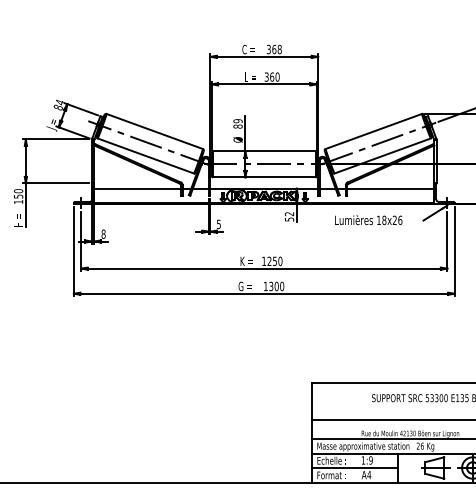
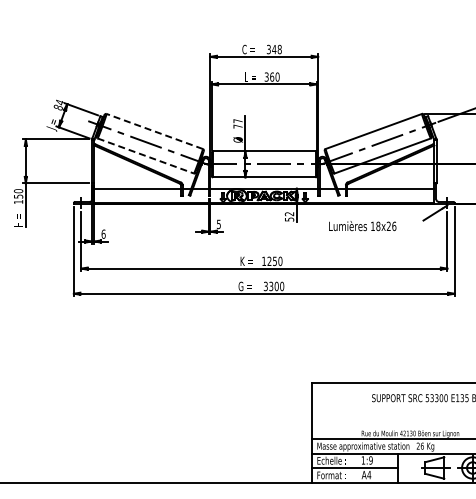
text at (274, 49): 368 -> 348
text at (237, 123): 89 -> 77
line at (154, 131): solid -> dashed
line at (146, 156): solid -> dashed
text at (368, 220) position: (368, 220) -> (362, 226)
text at (103, 233): 8 -> 6
text at (265, 286): 1300 -> 3300
line at (392, 420): present -> none
